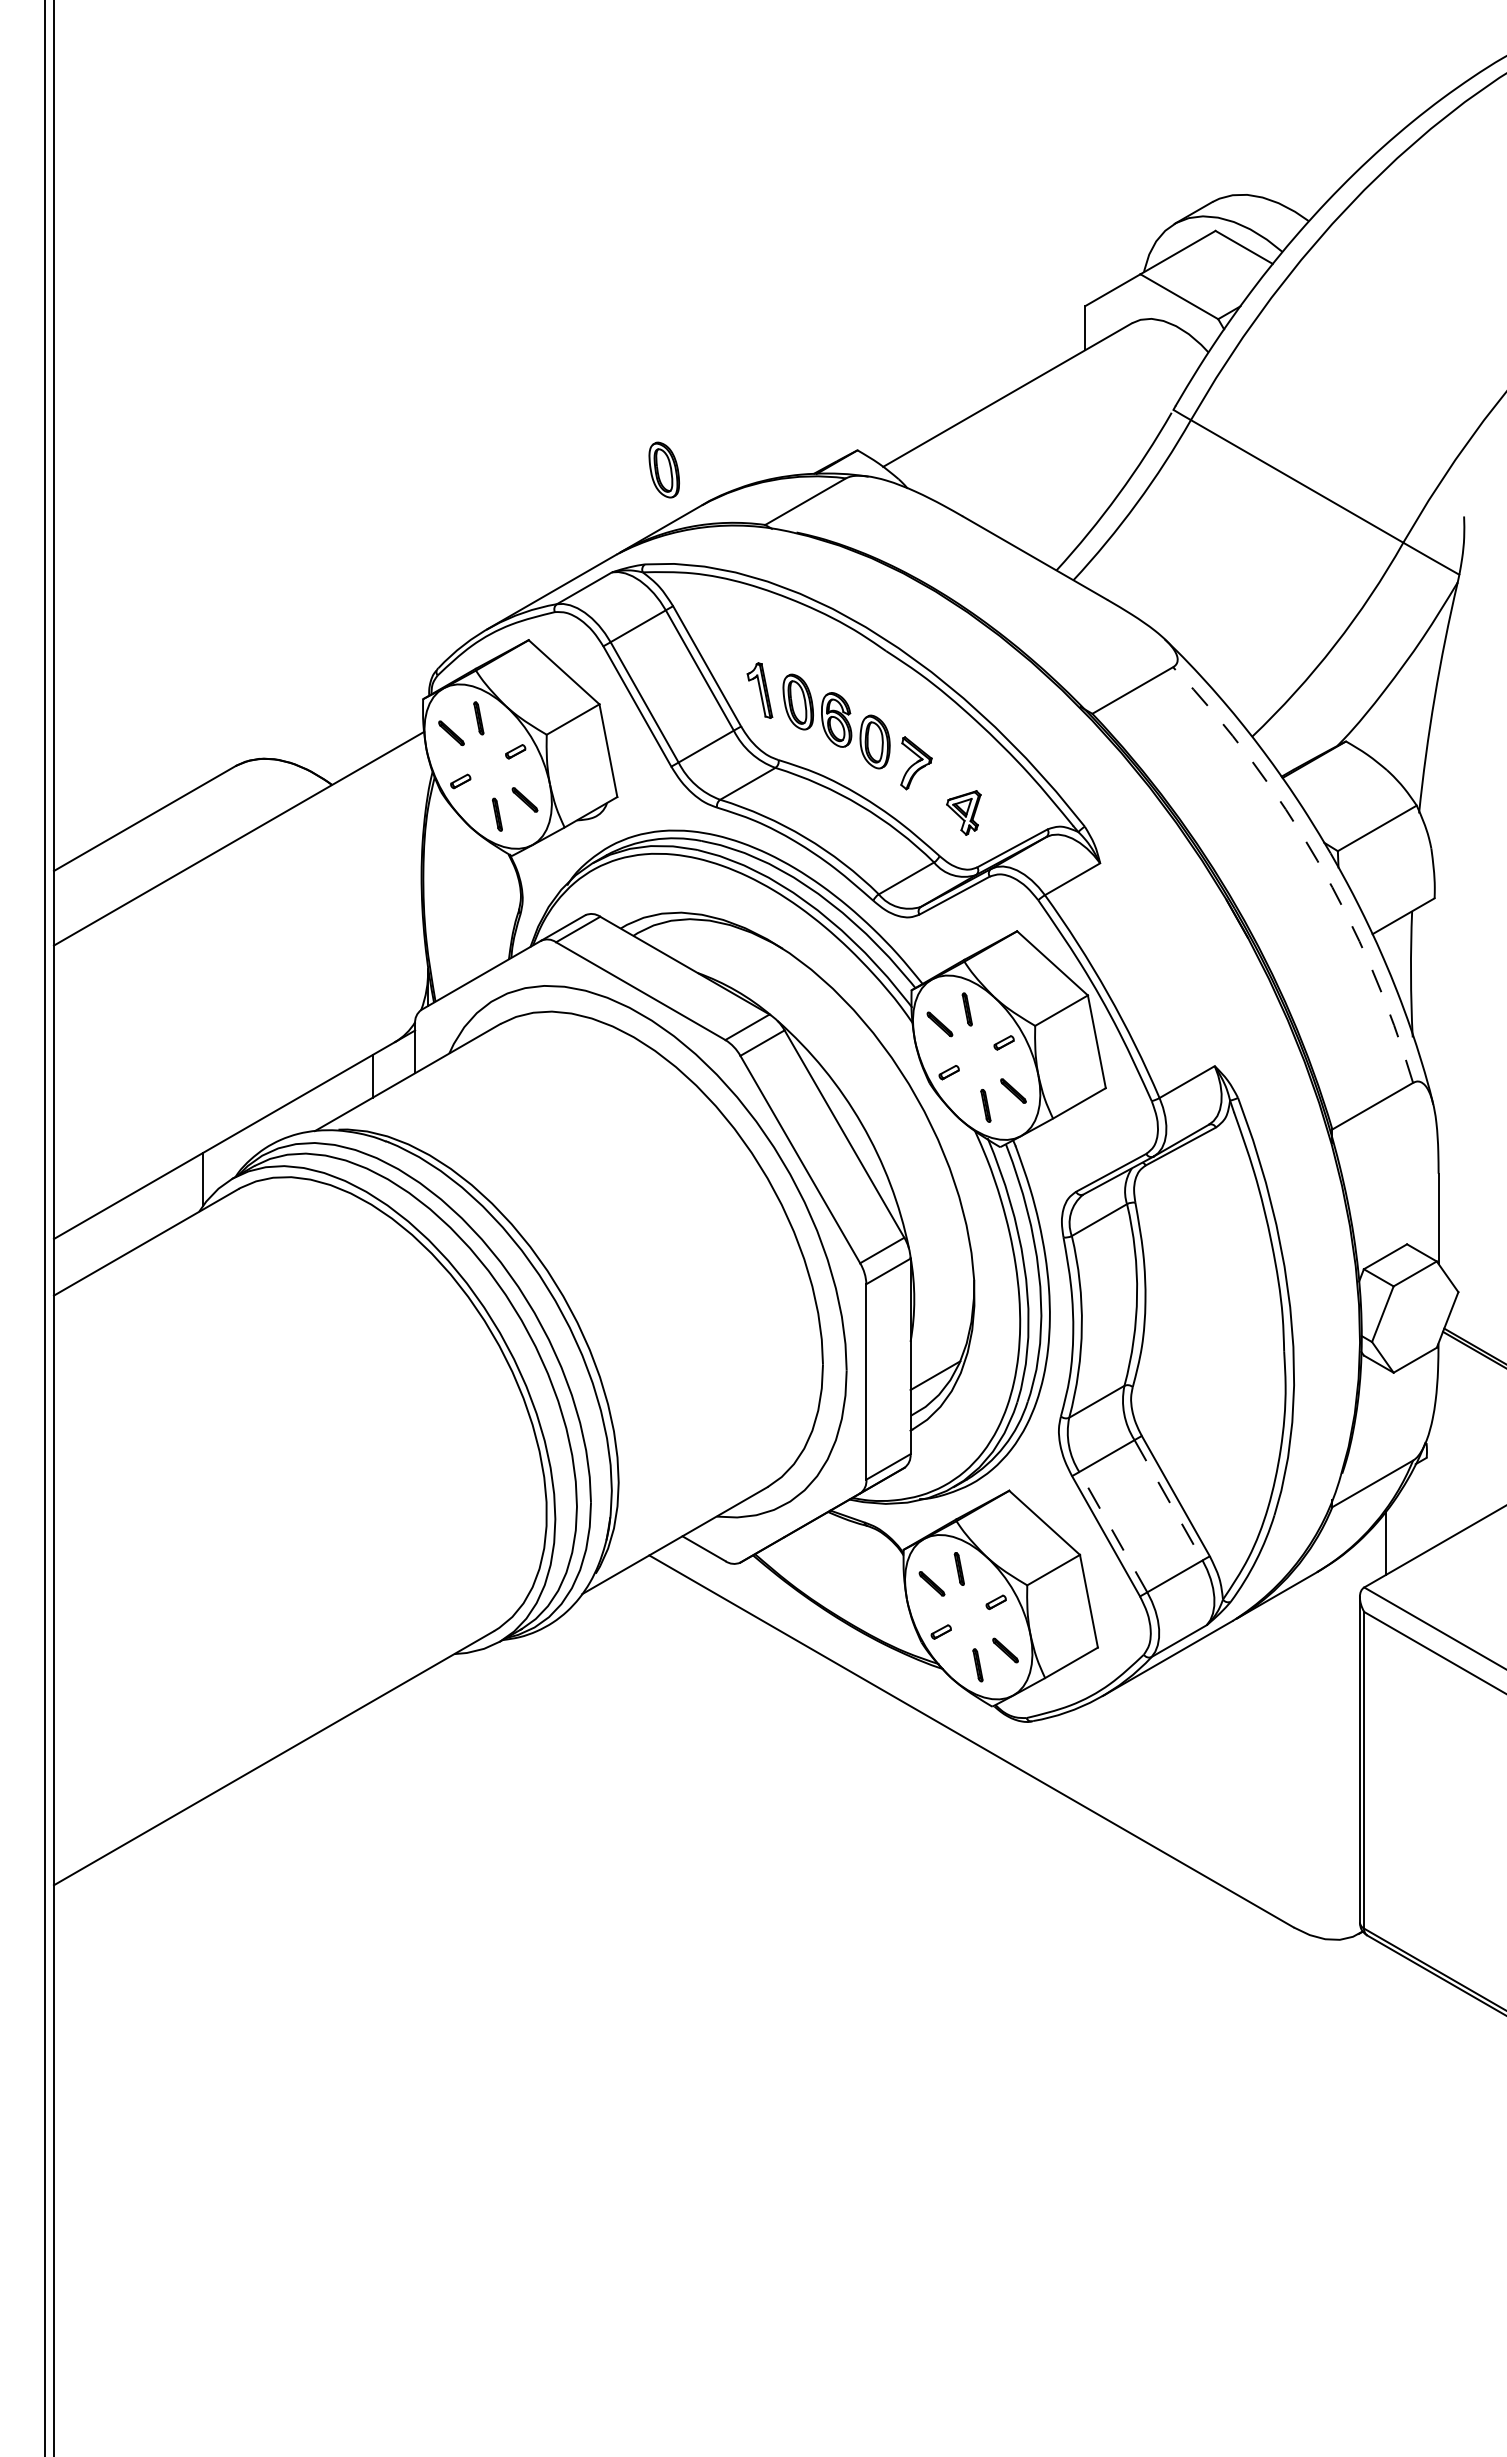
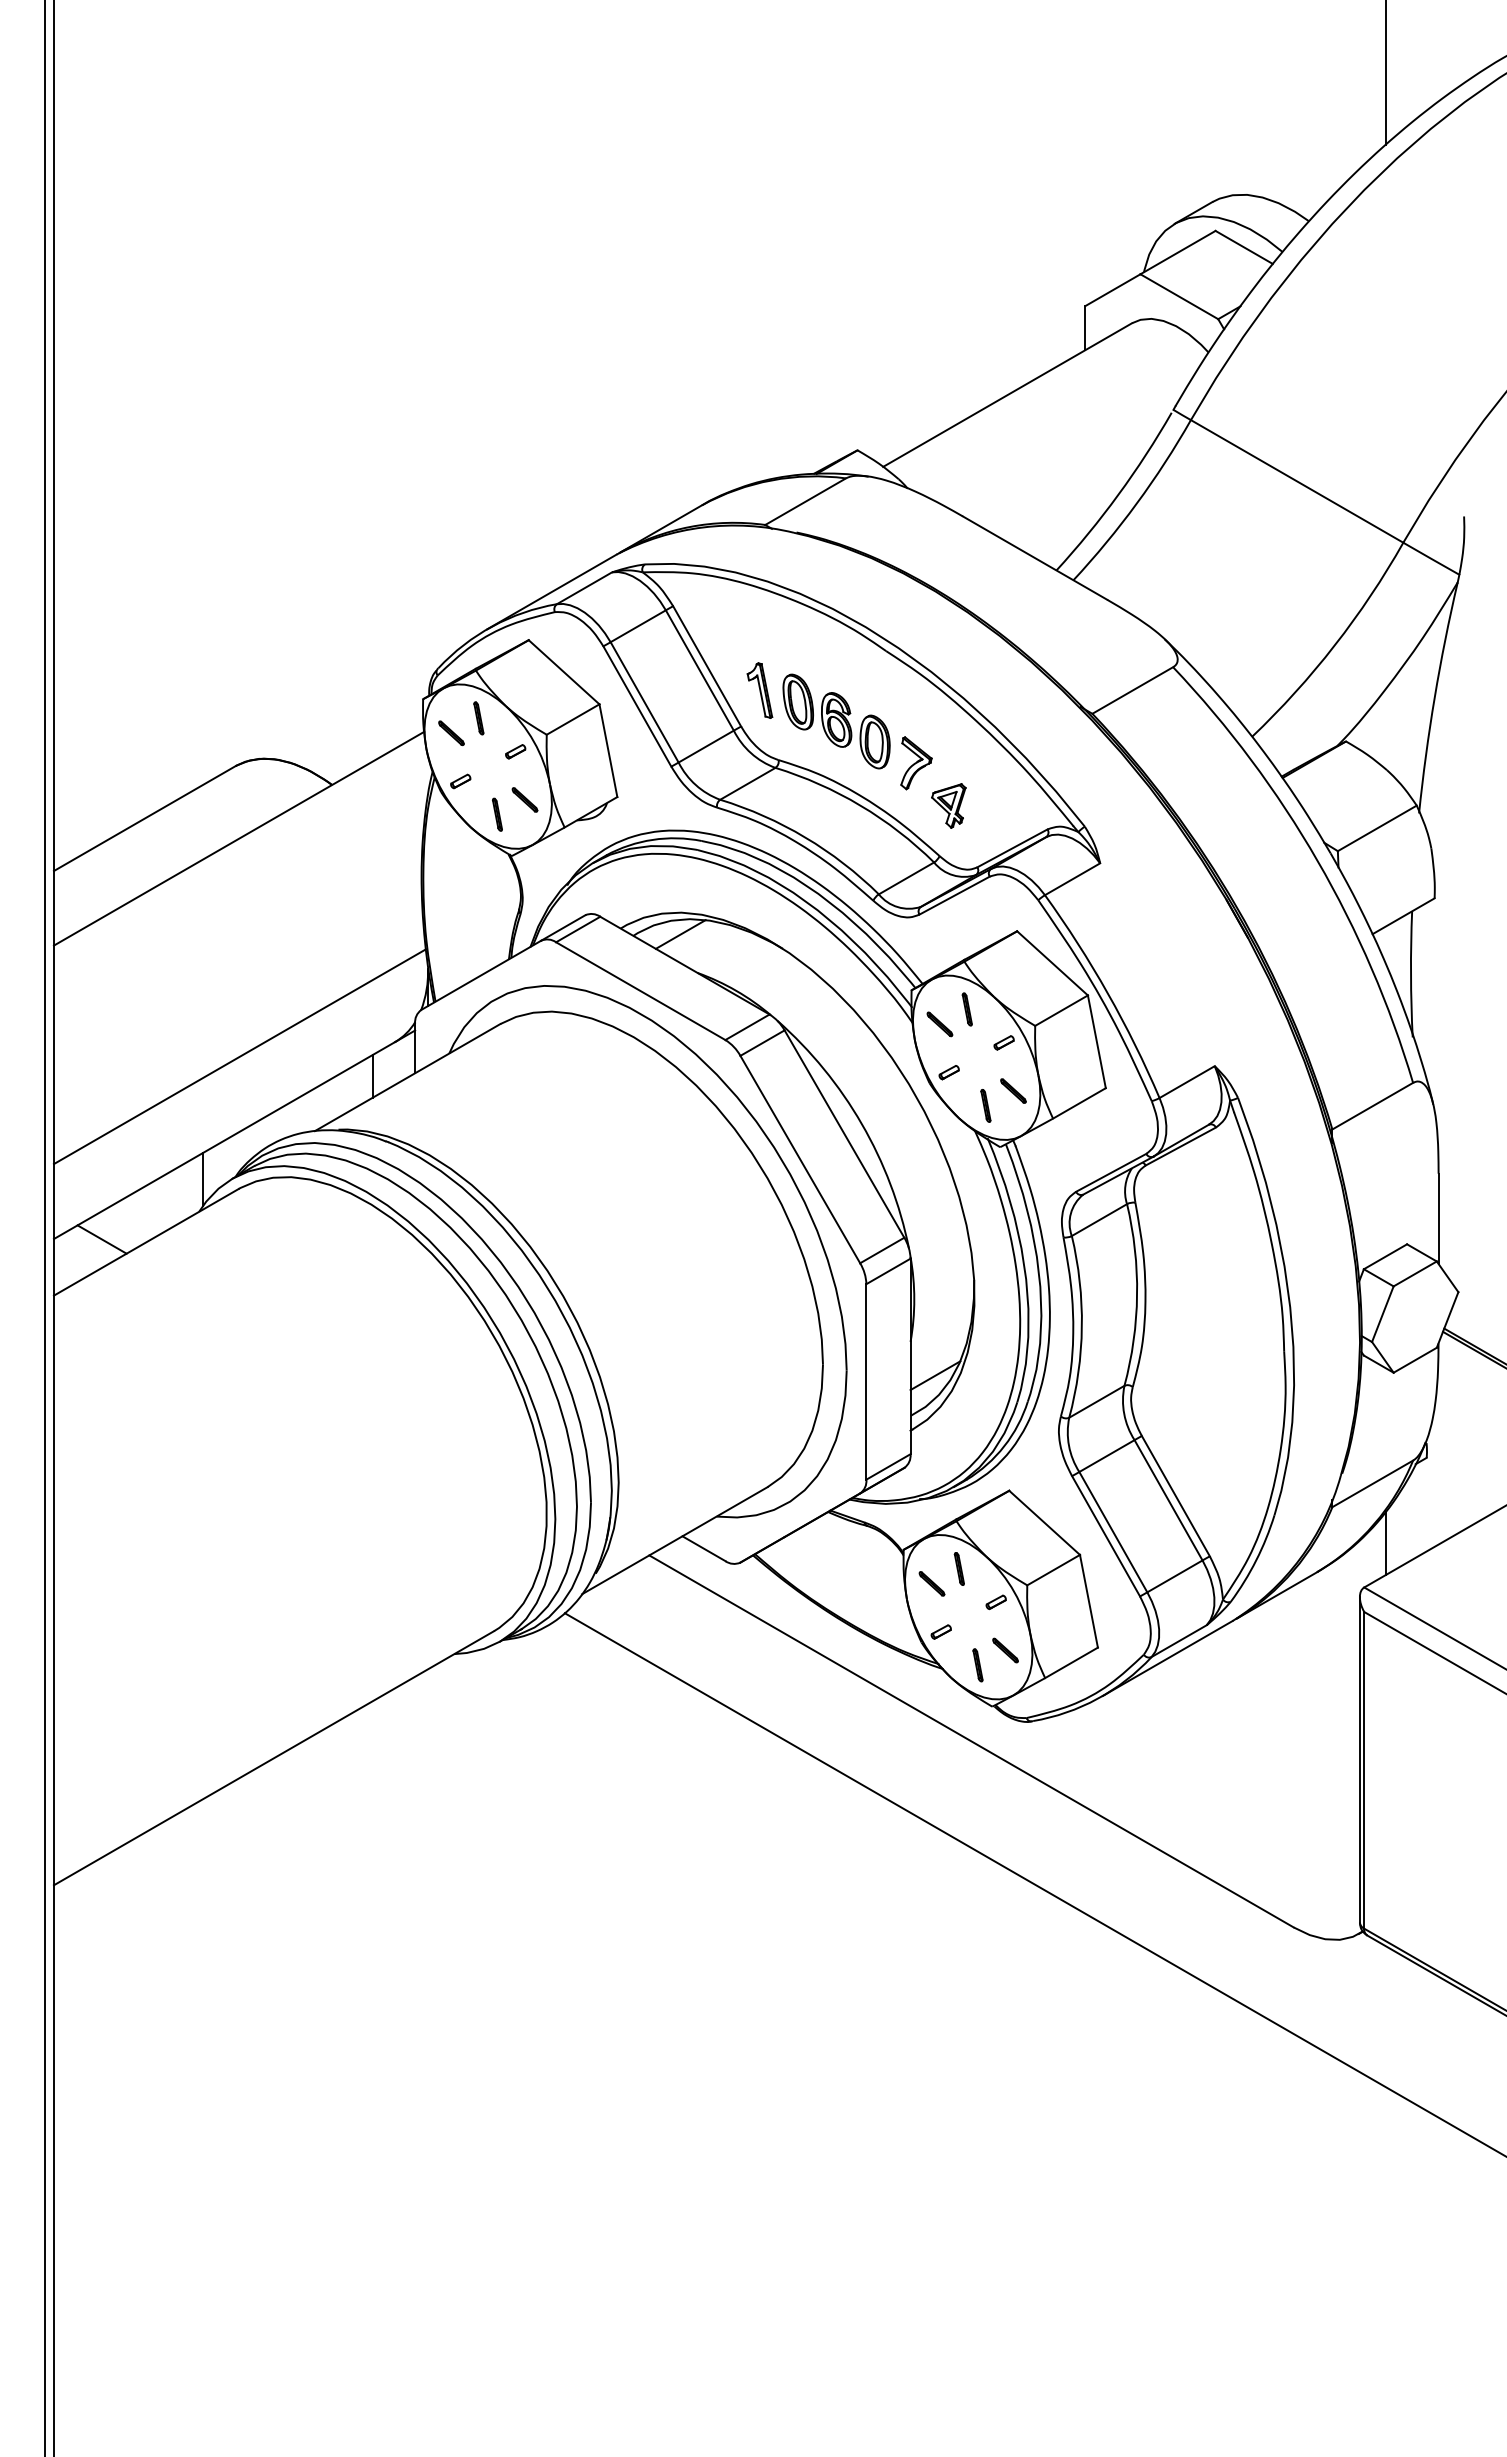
line at (1385, 73): none -> present
part at (663, 469): present -> none
part at (963, 812) position: (963, 812) -> (948, 805)
arc at (1317, 860): dashed -> solid
line at (680, 934): none -> present
line at (239, 1056): none -> present
line at (101, 1239): none -> present
line at (1168, 1500): dashed -> solid
line at (1113, 1531): dashed -> solid
line at (1033, 1884): none -> present
